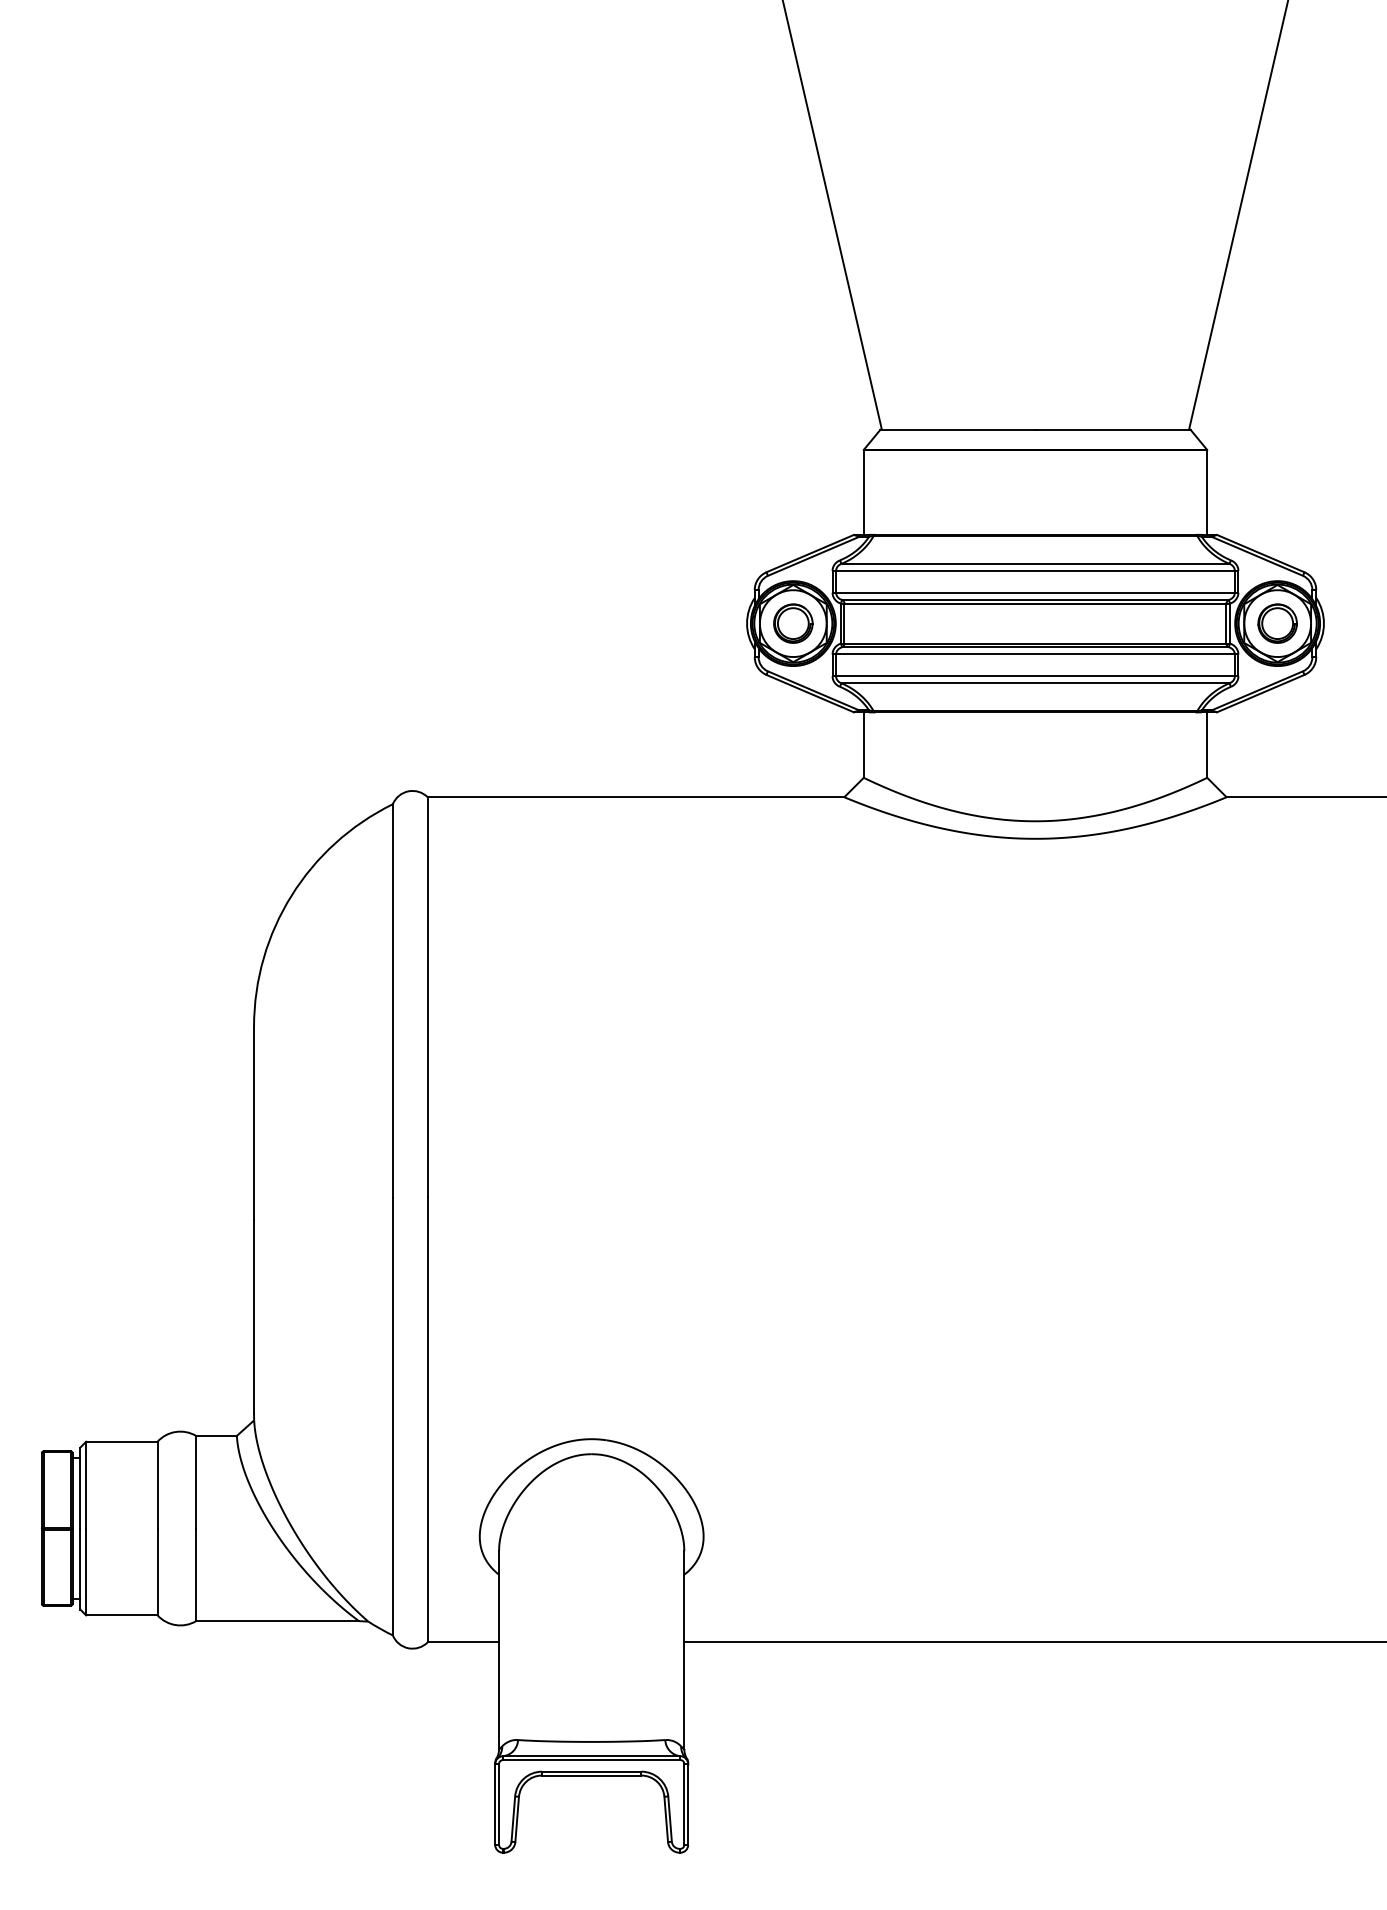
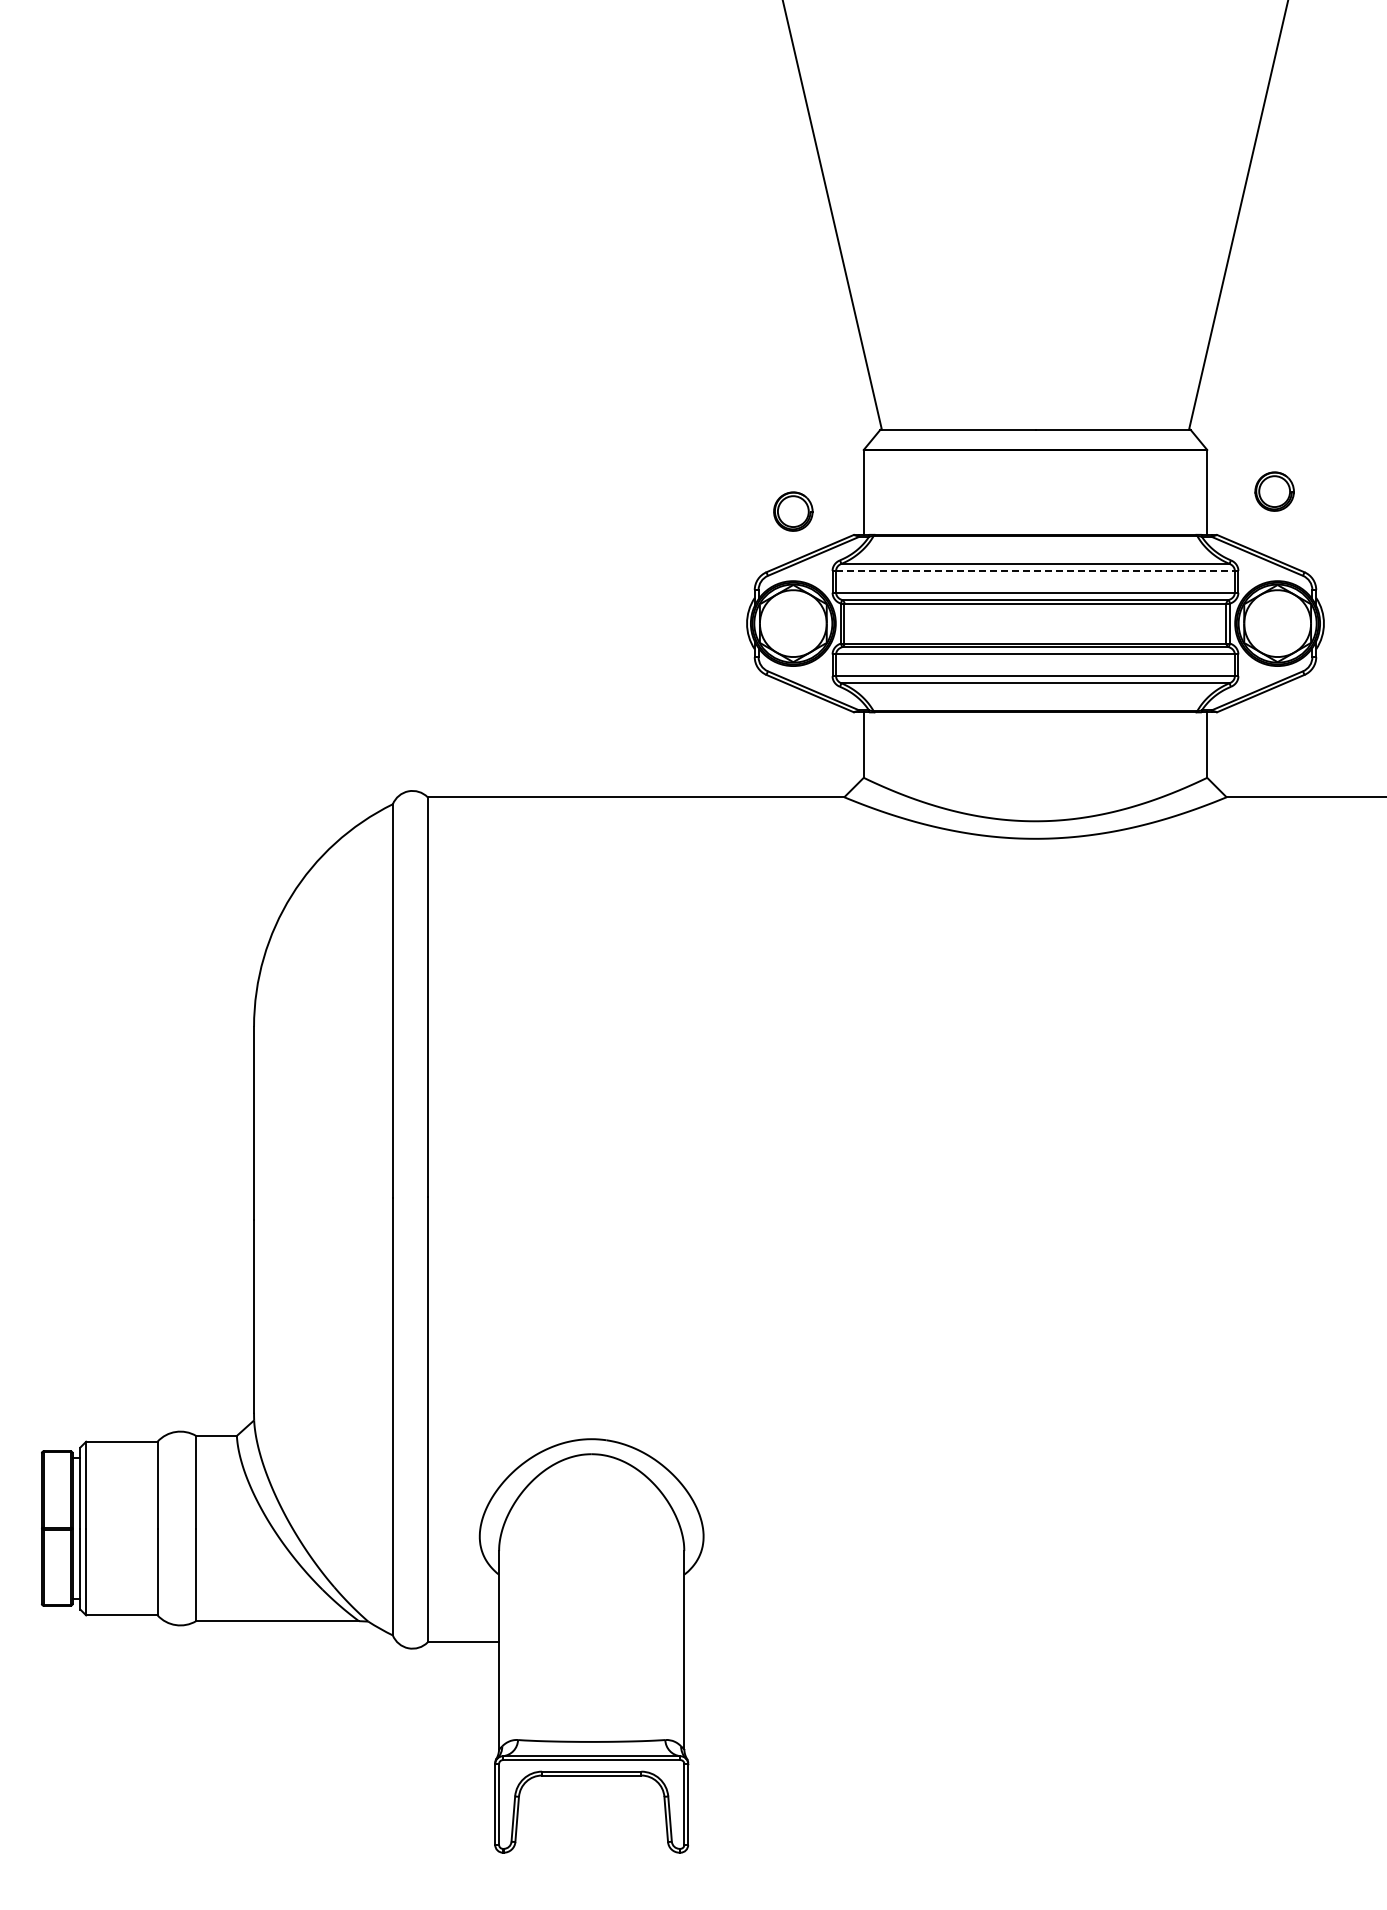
line at (1036, 570): solid -> dashed
part at (793, 623) position: (793, 623) -> (793, 511)
part at (1277, 623) position: (1277, 623) -> (1274, 491)
line at (1033, 1642): present -> none
